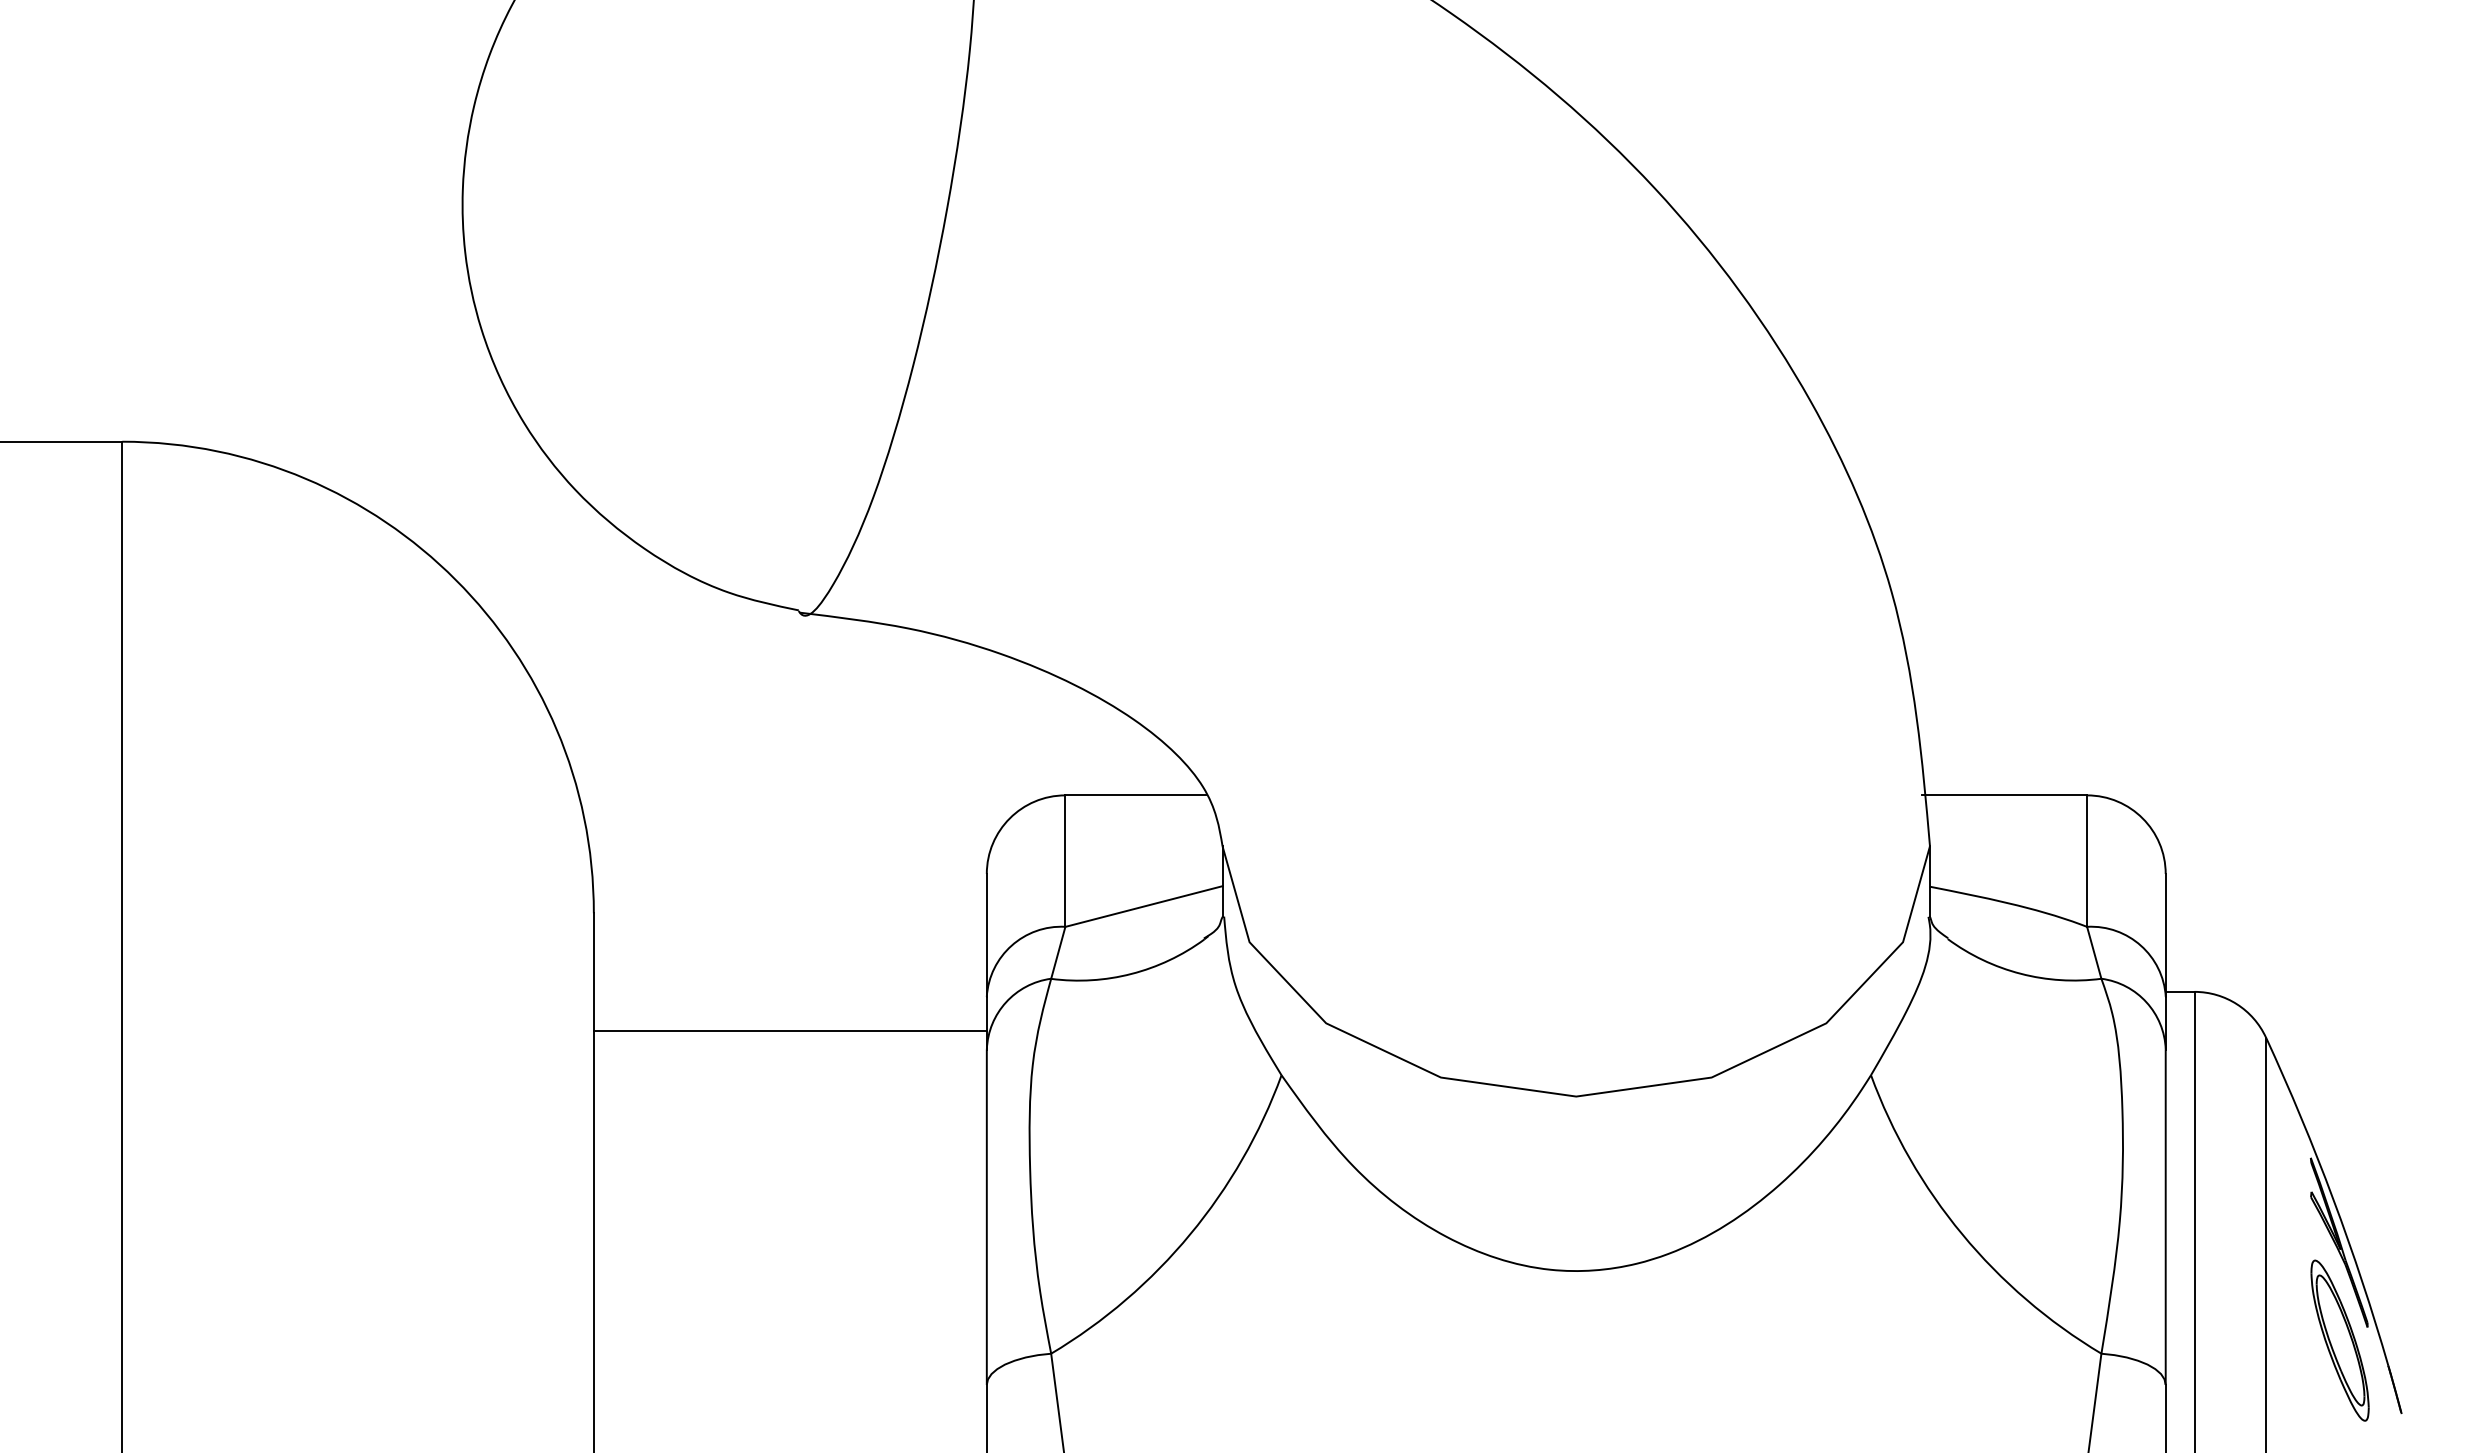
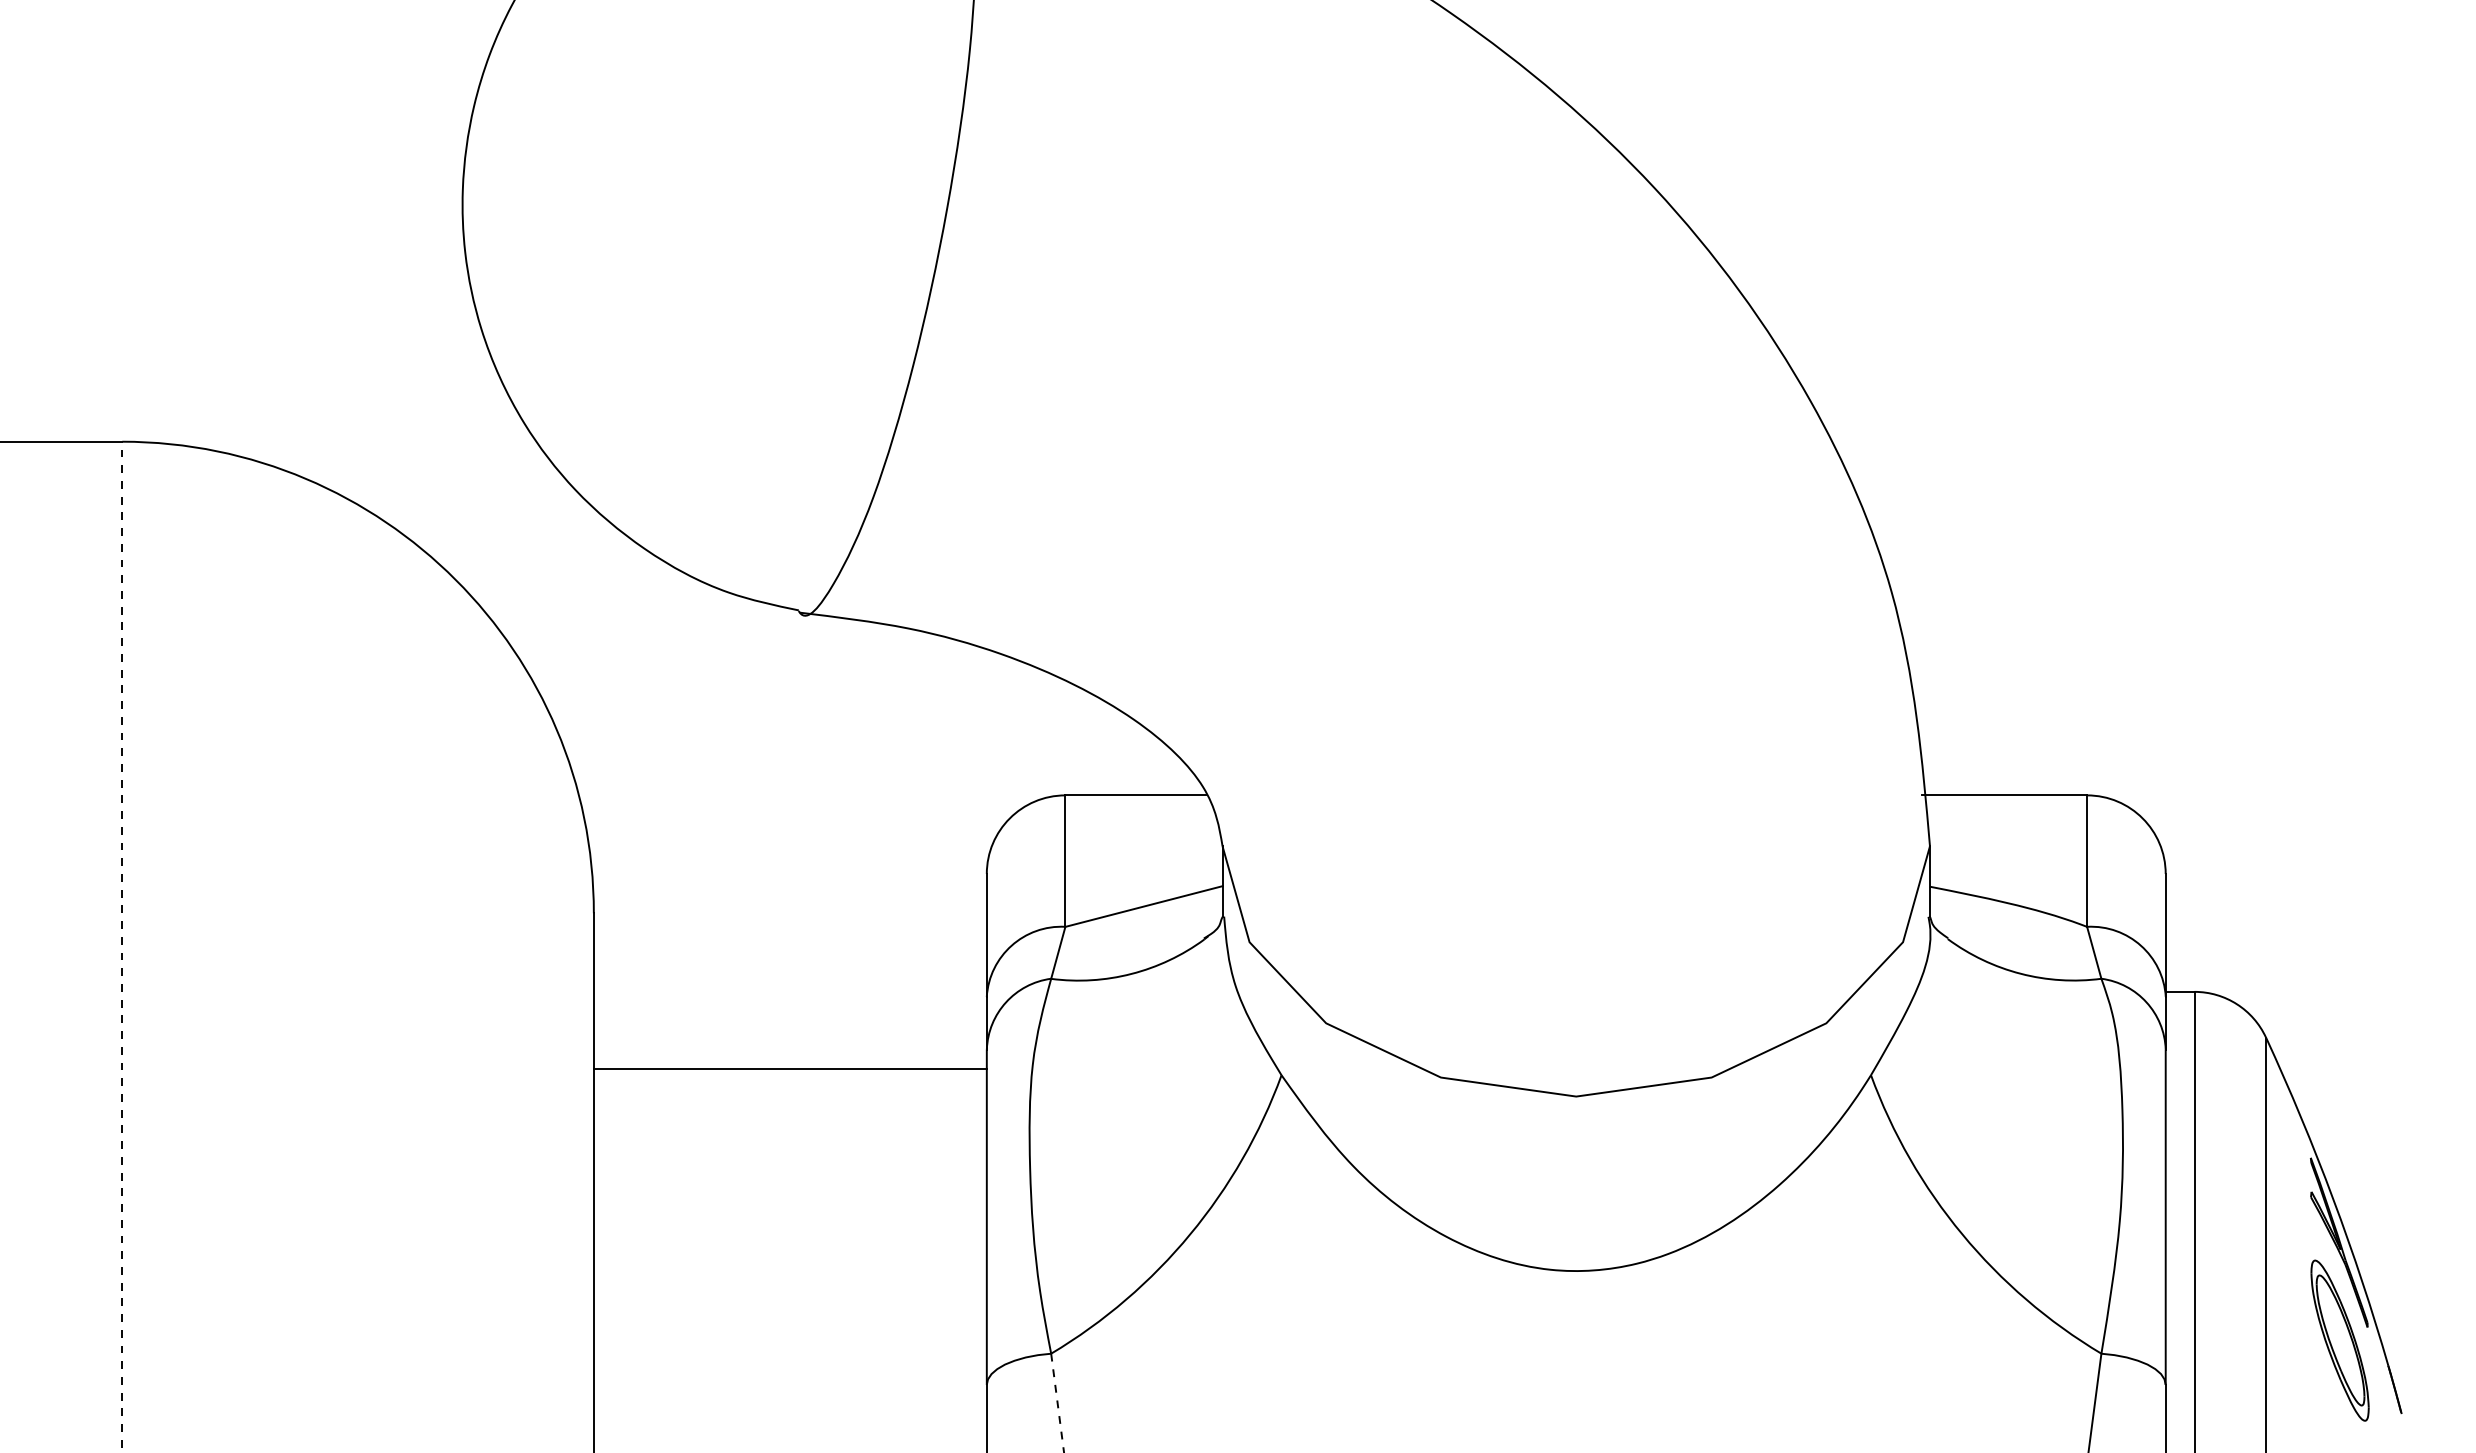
line at (122, 946): solid -> dashed
line at (789, 1031) position: (789, 1031) -> (789, 1069)
line at (1057, 1402): solid -> dashed
